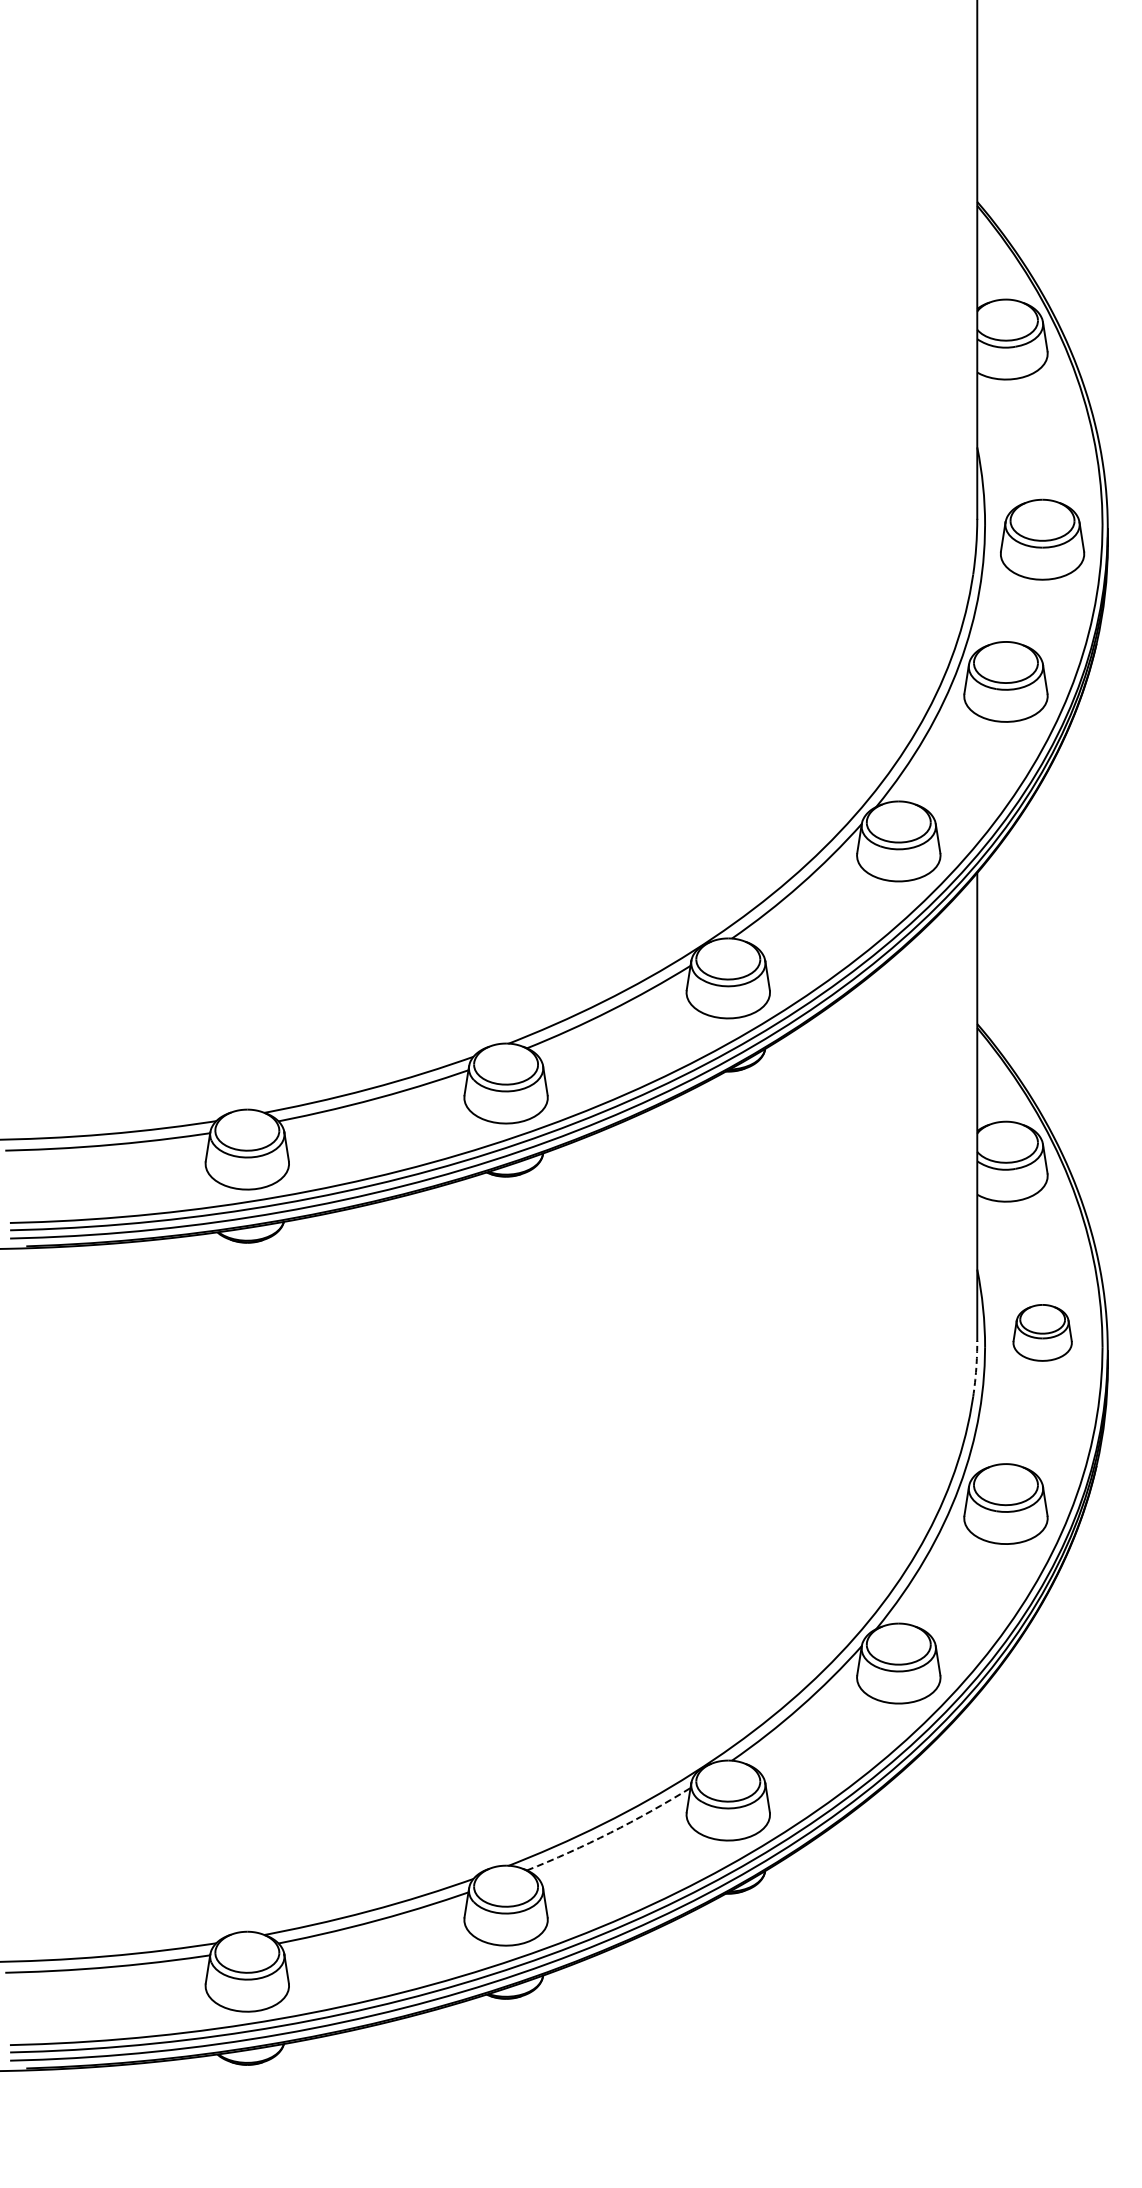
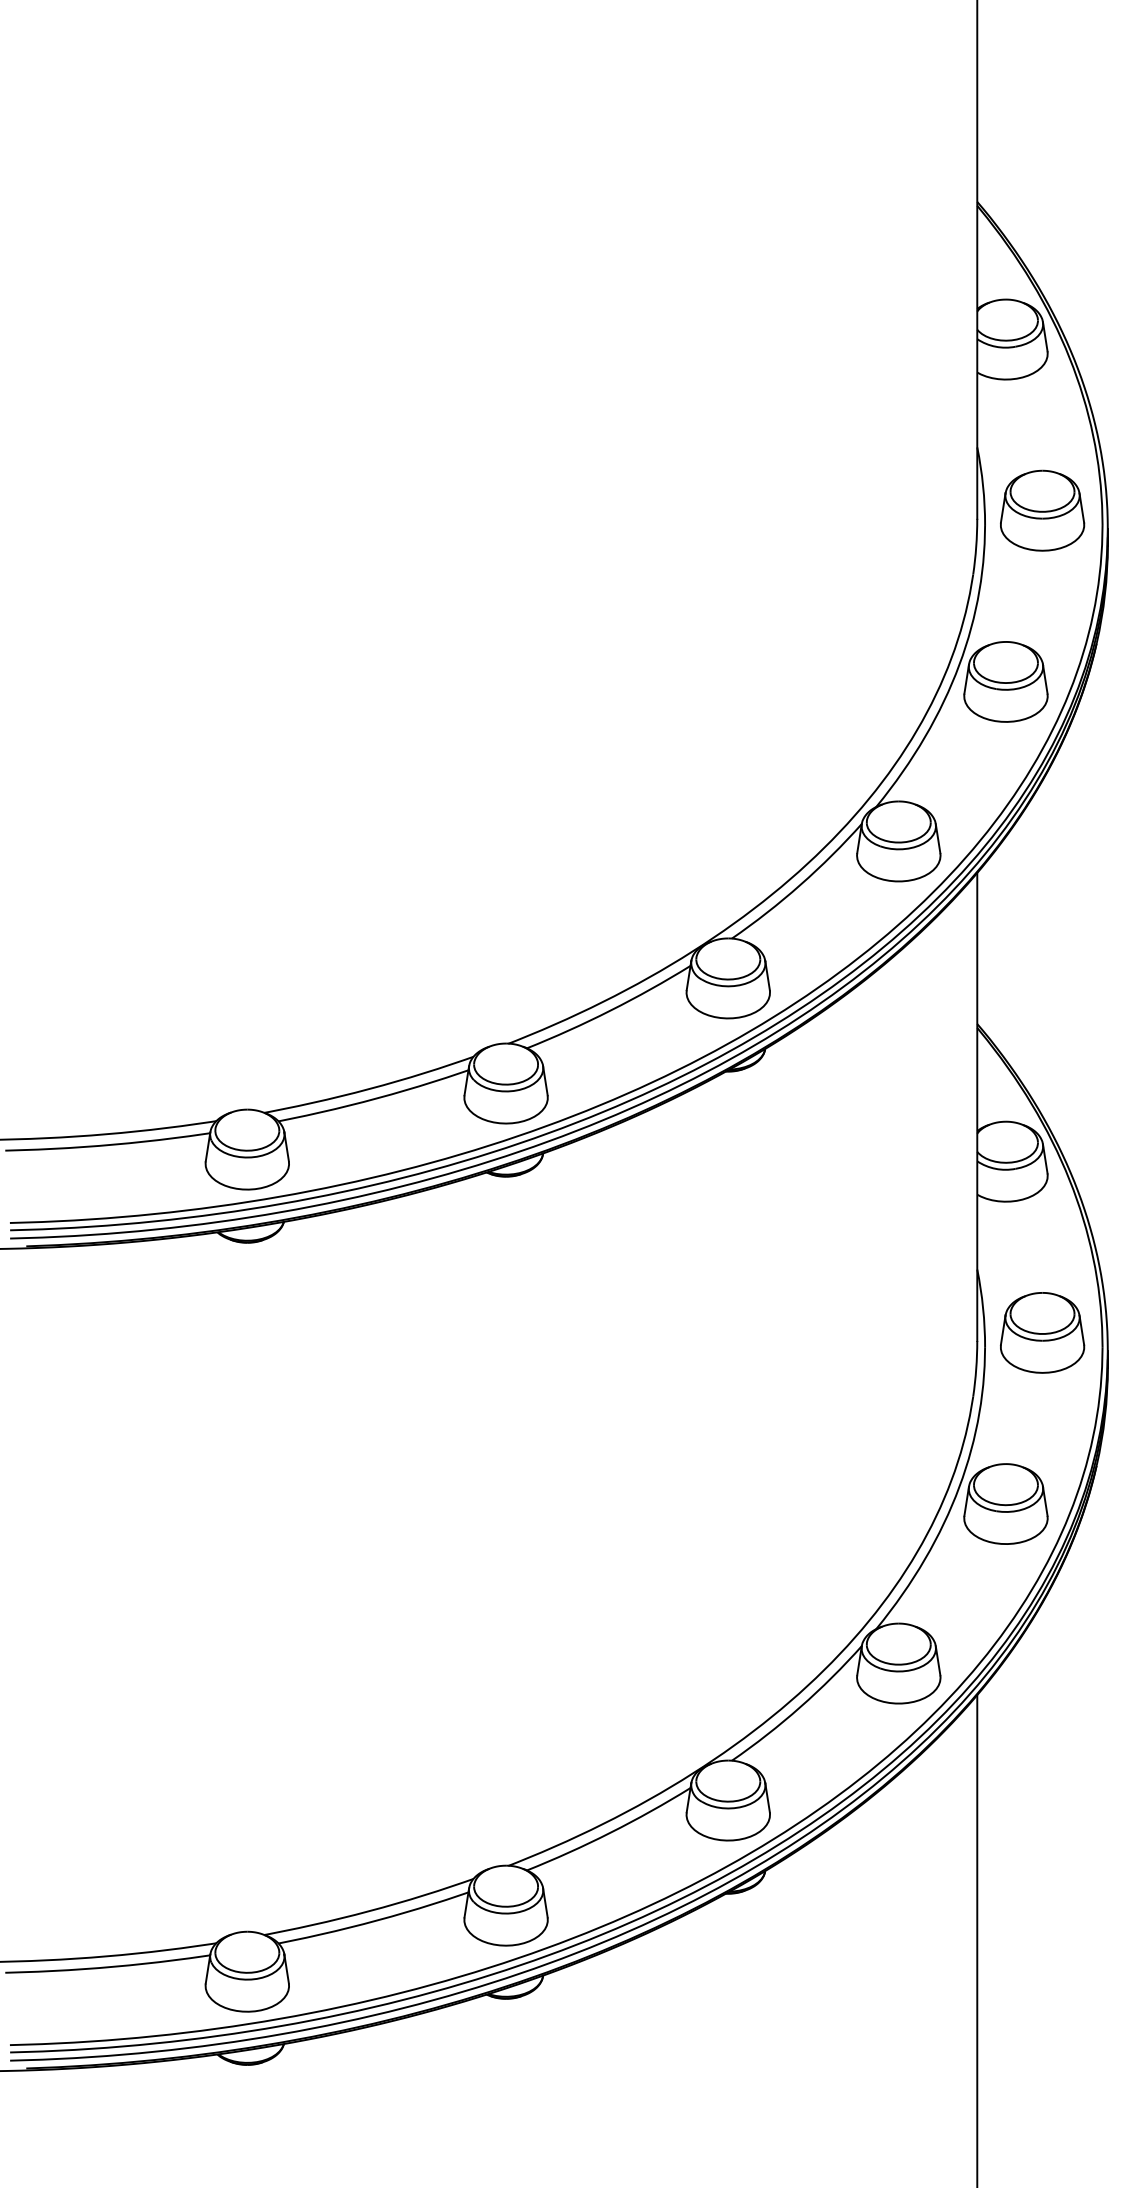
part at (1042, 539) position: (1042, 539) -> (1042, 510)
part at (1042, 1332) size: 61x58 px -> 86x82 px
arc at (976, 1368): dashed -> solid
arc at (610, 1832): dashed -> solid
line at (977, 1939): none -> present
